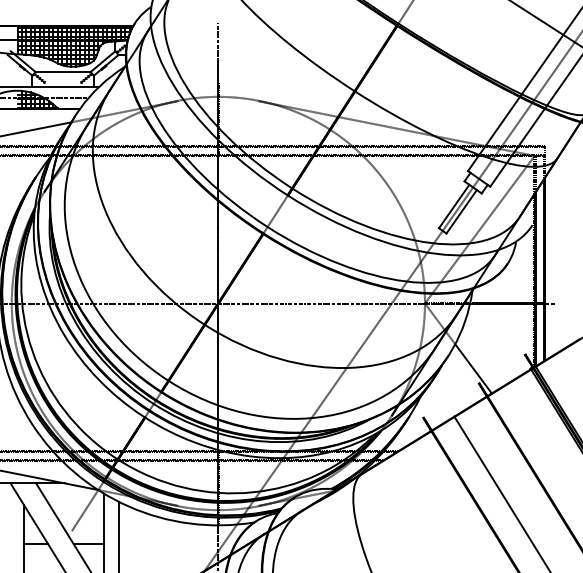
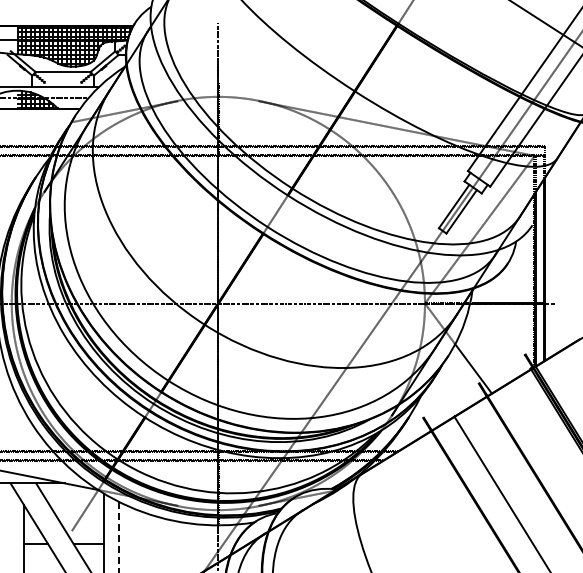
line at (36, 129): present -> none
line at (118, 537): solid -> dashed
